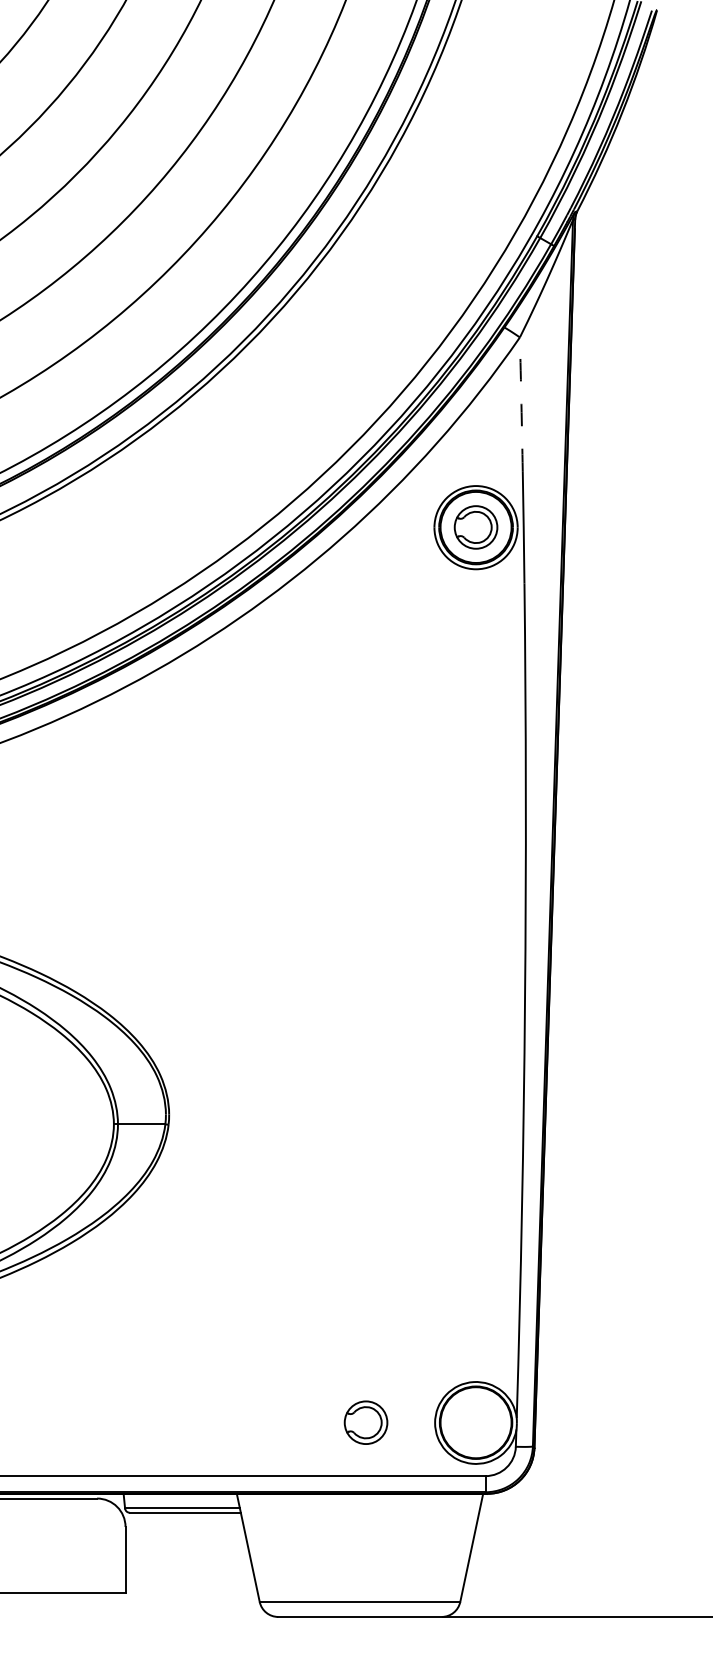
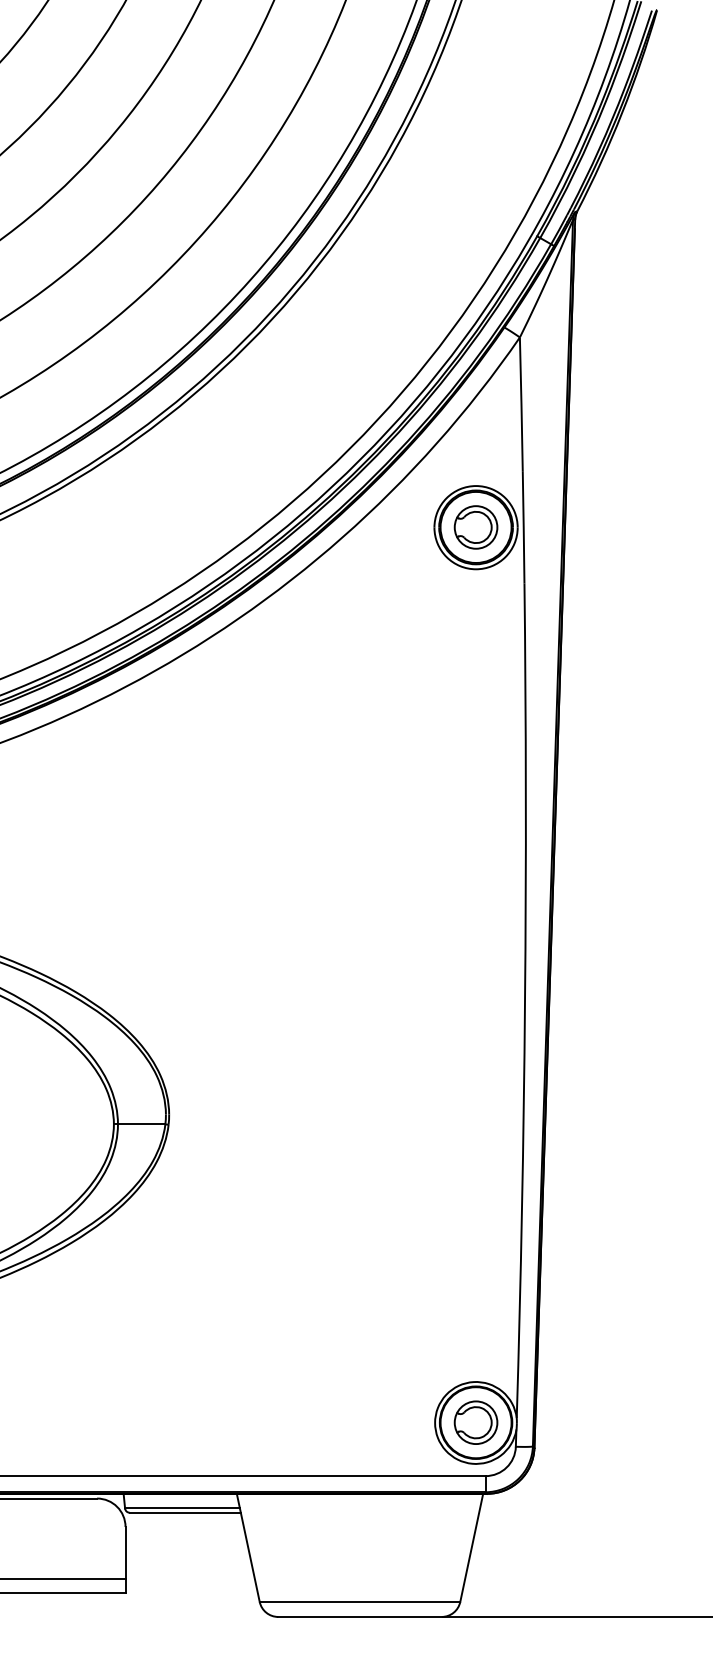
arc at (521, 404): dashed -> solid
part at (365, 1422) position: (365, 1422) -> (475, 1422)
line at (63, 1579): none -> present
